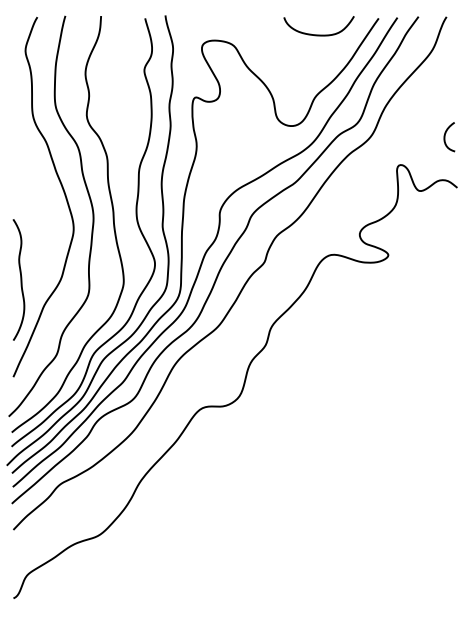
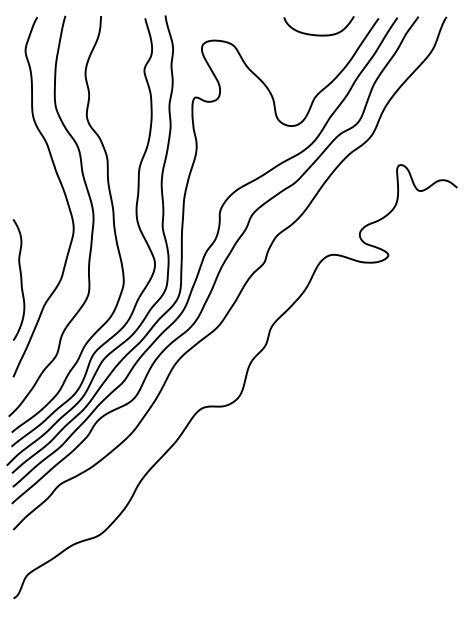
curve at (445, 137): present -> none
